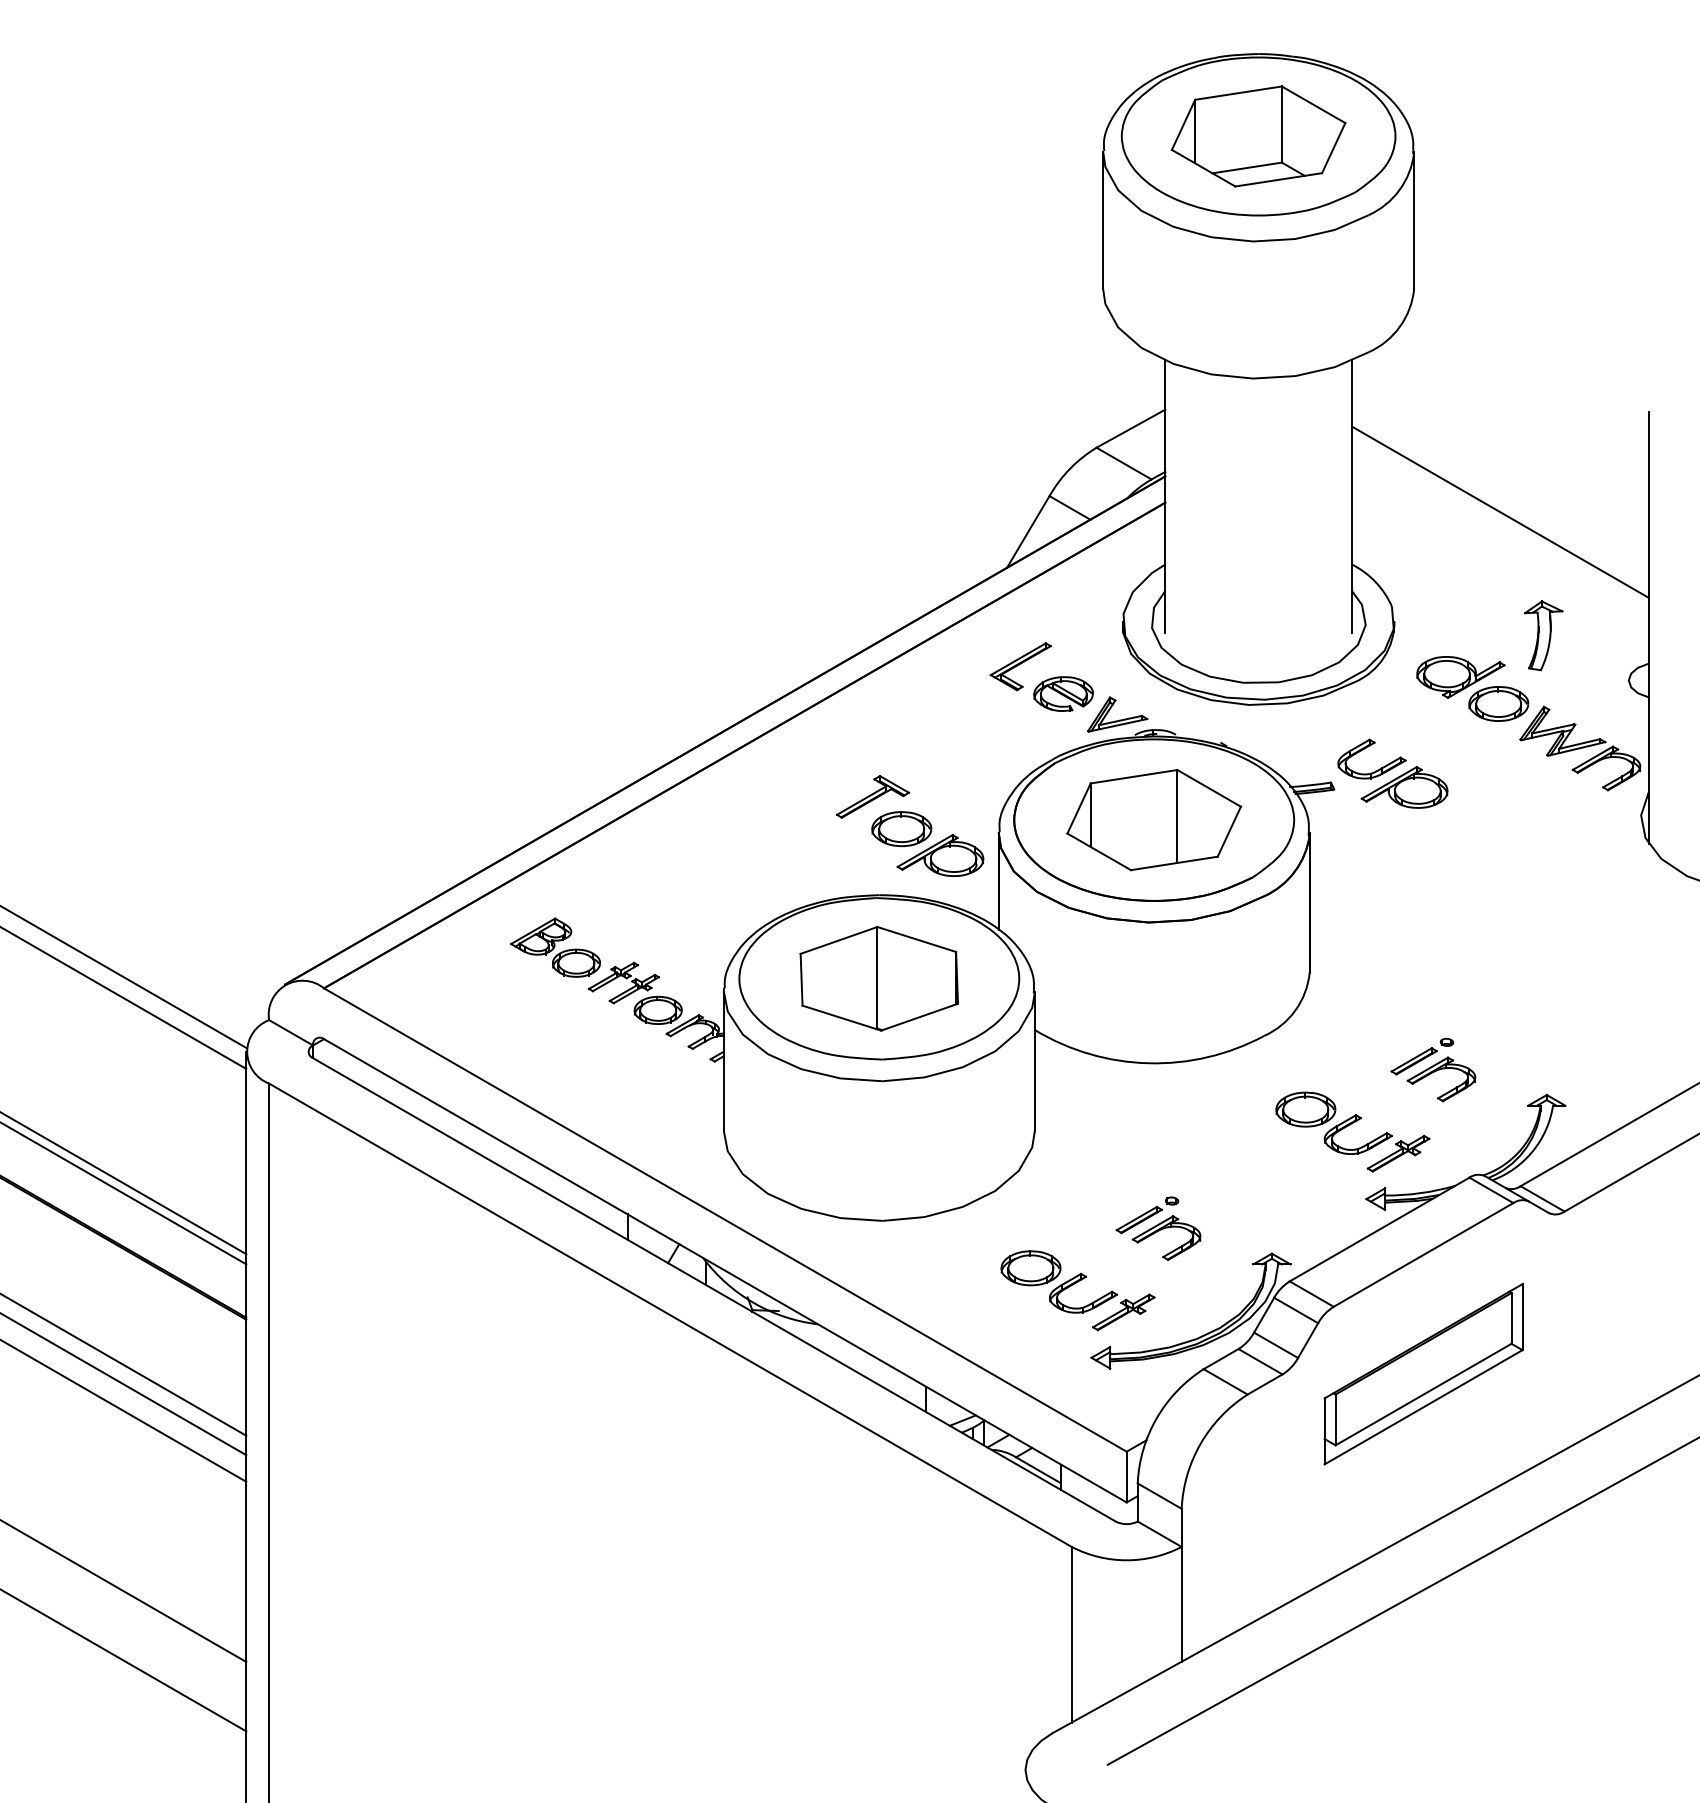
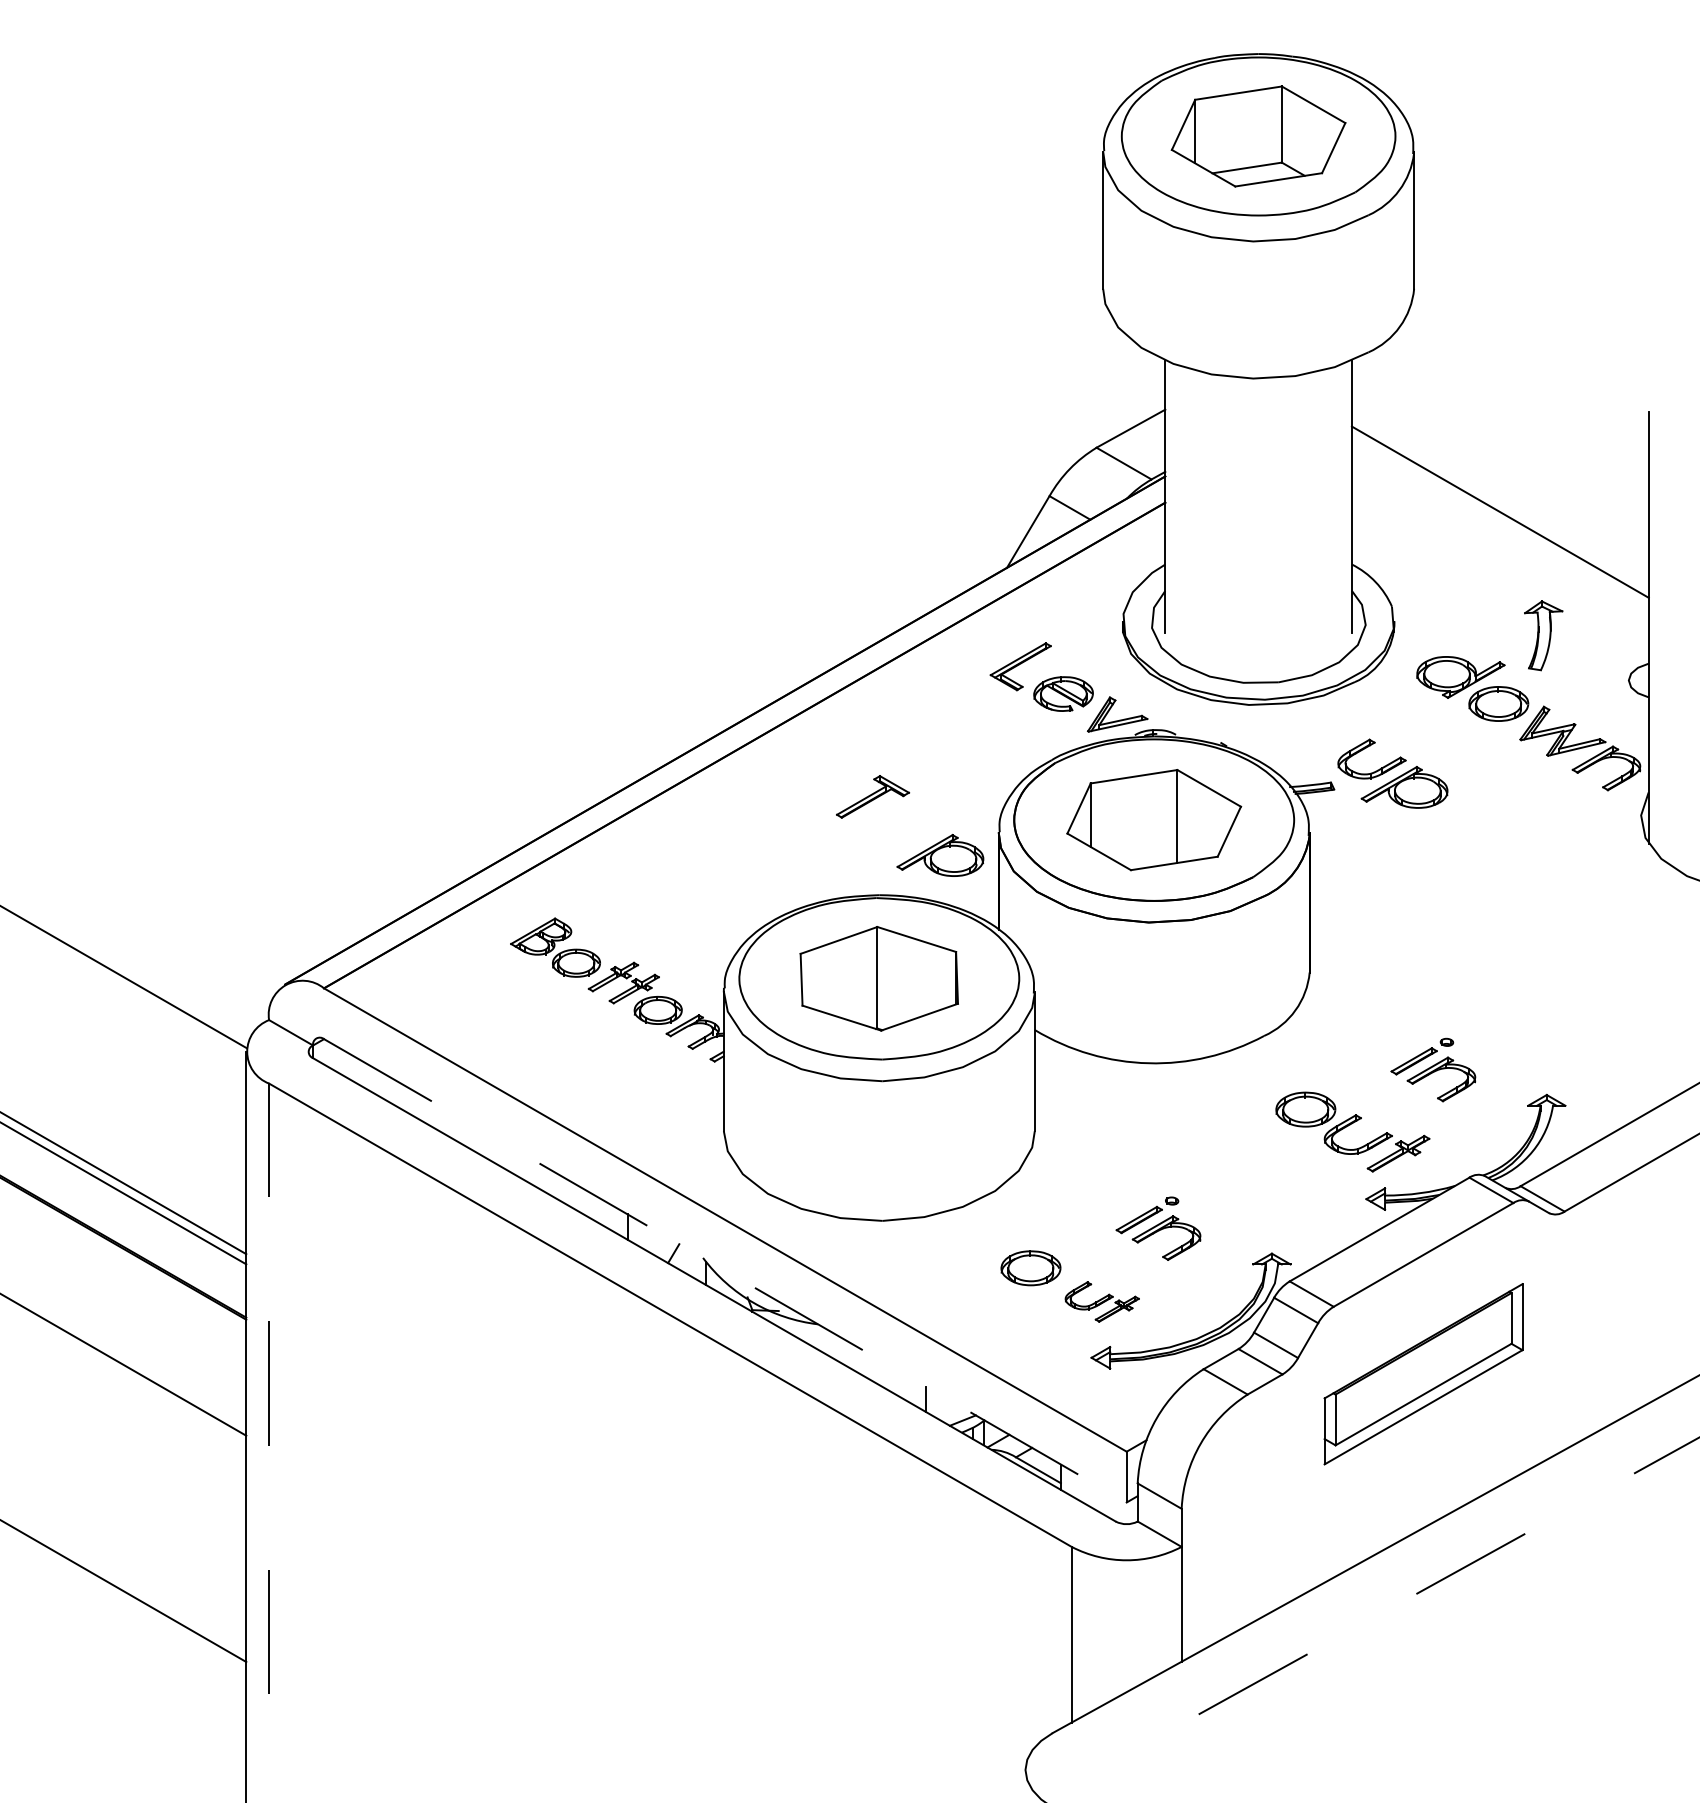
part at (901, 829): present -> none
line at (124, 997): present -> none
line at (725, 1271): solid -> dashed
part at (1102, 1301) size: 107x60 px -> 76x42 px
line at (124, 1384): present -> none
line at (124, 1410): present -> none
line at (269, 1442): solid -> dashed
line at (1403, 1601): solid -> dashed
line at (124, 1660): present -> none
